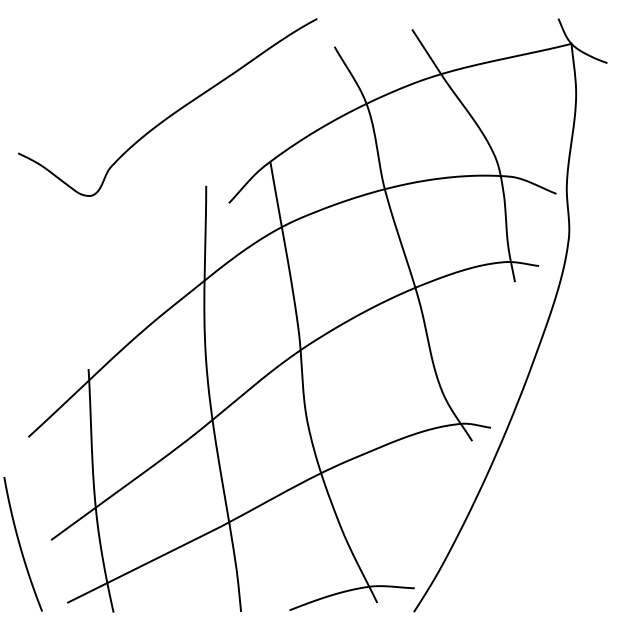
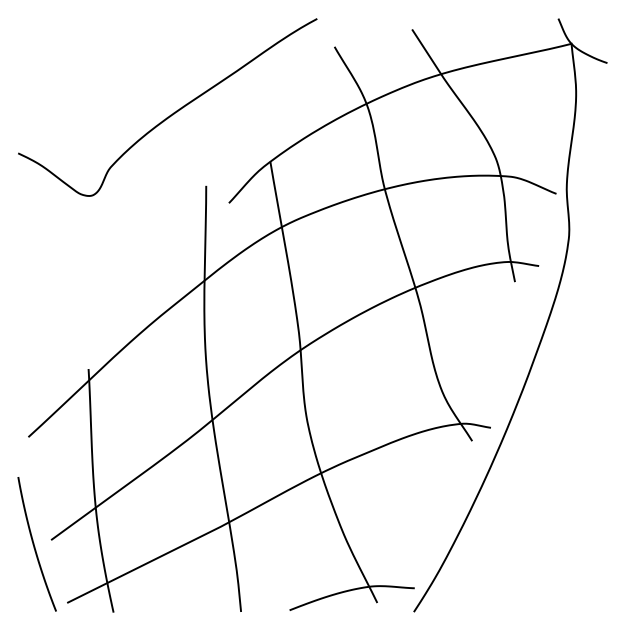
curve at (20, 544) position: (20, 544) -> (34, 544)
